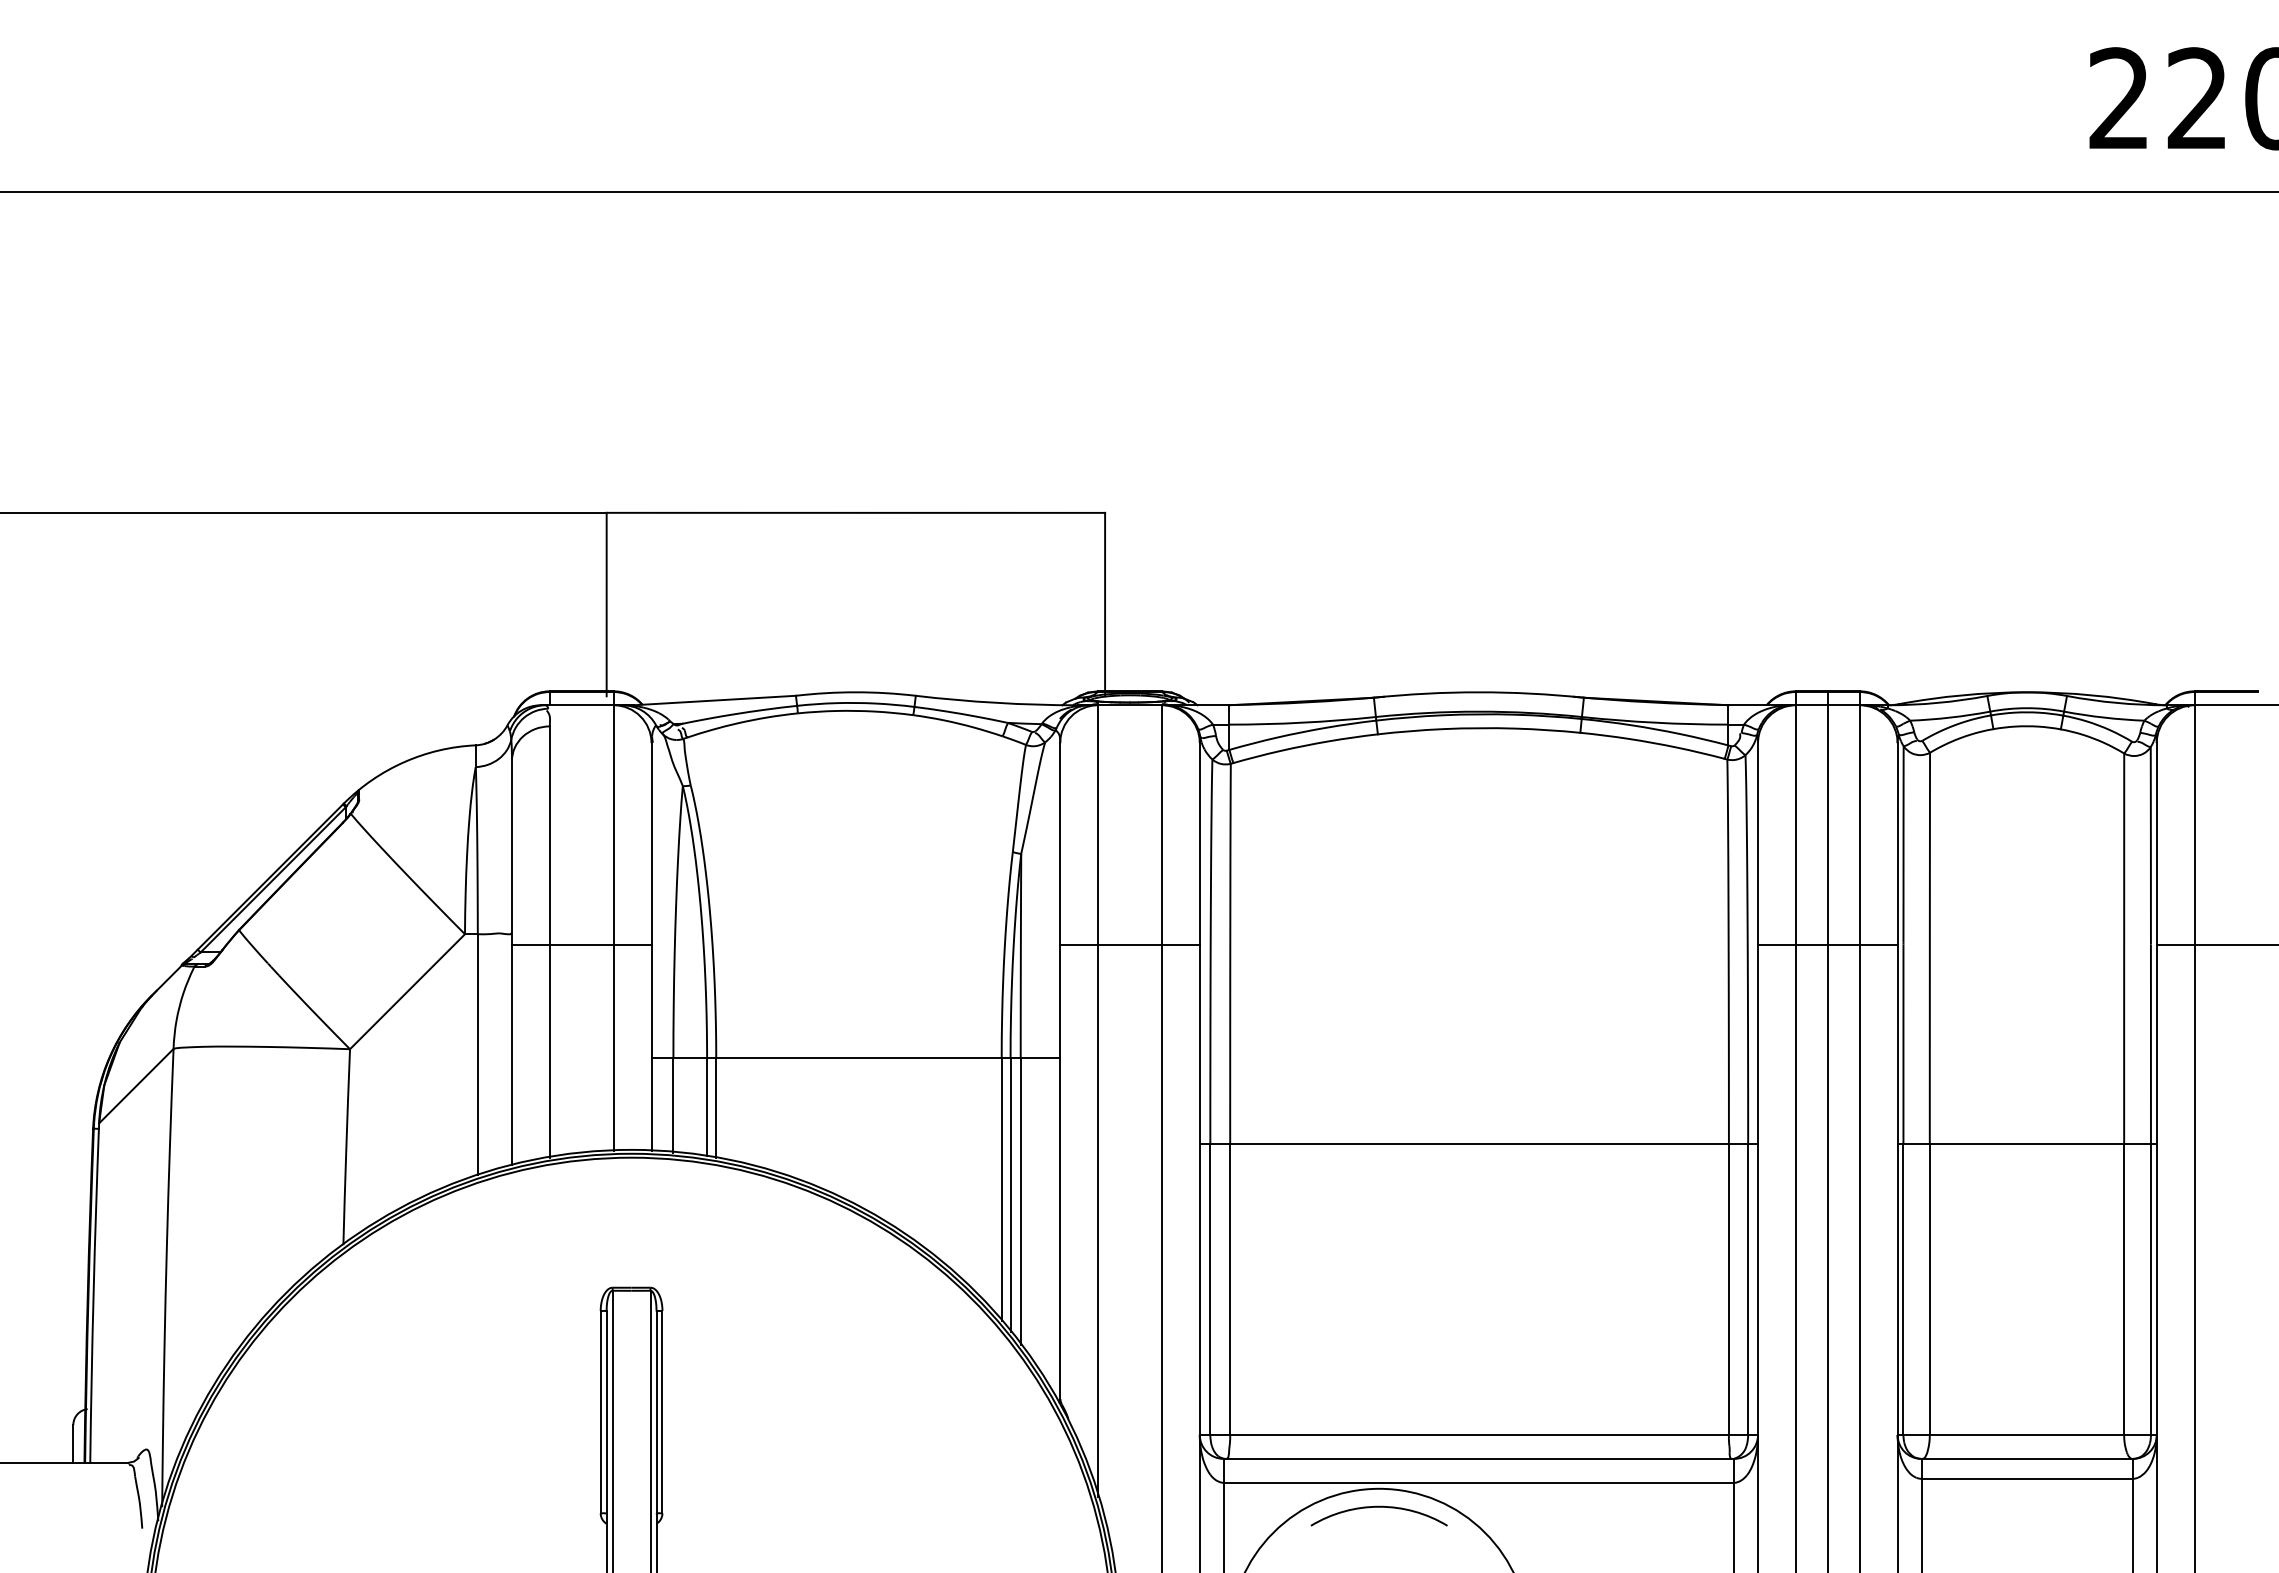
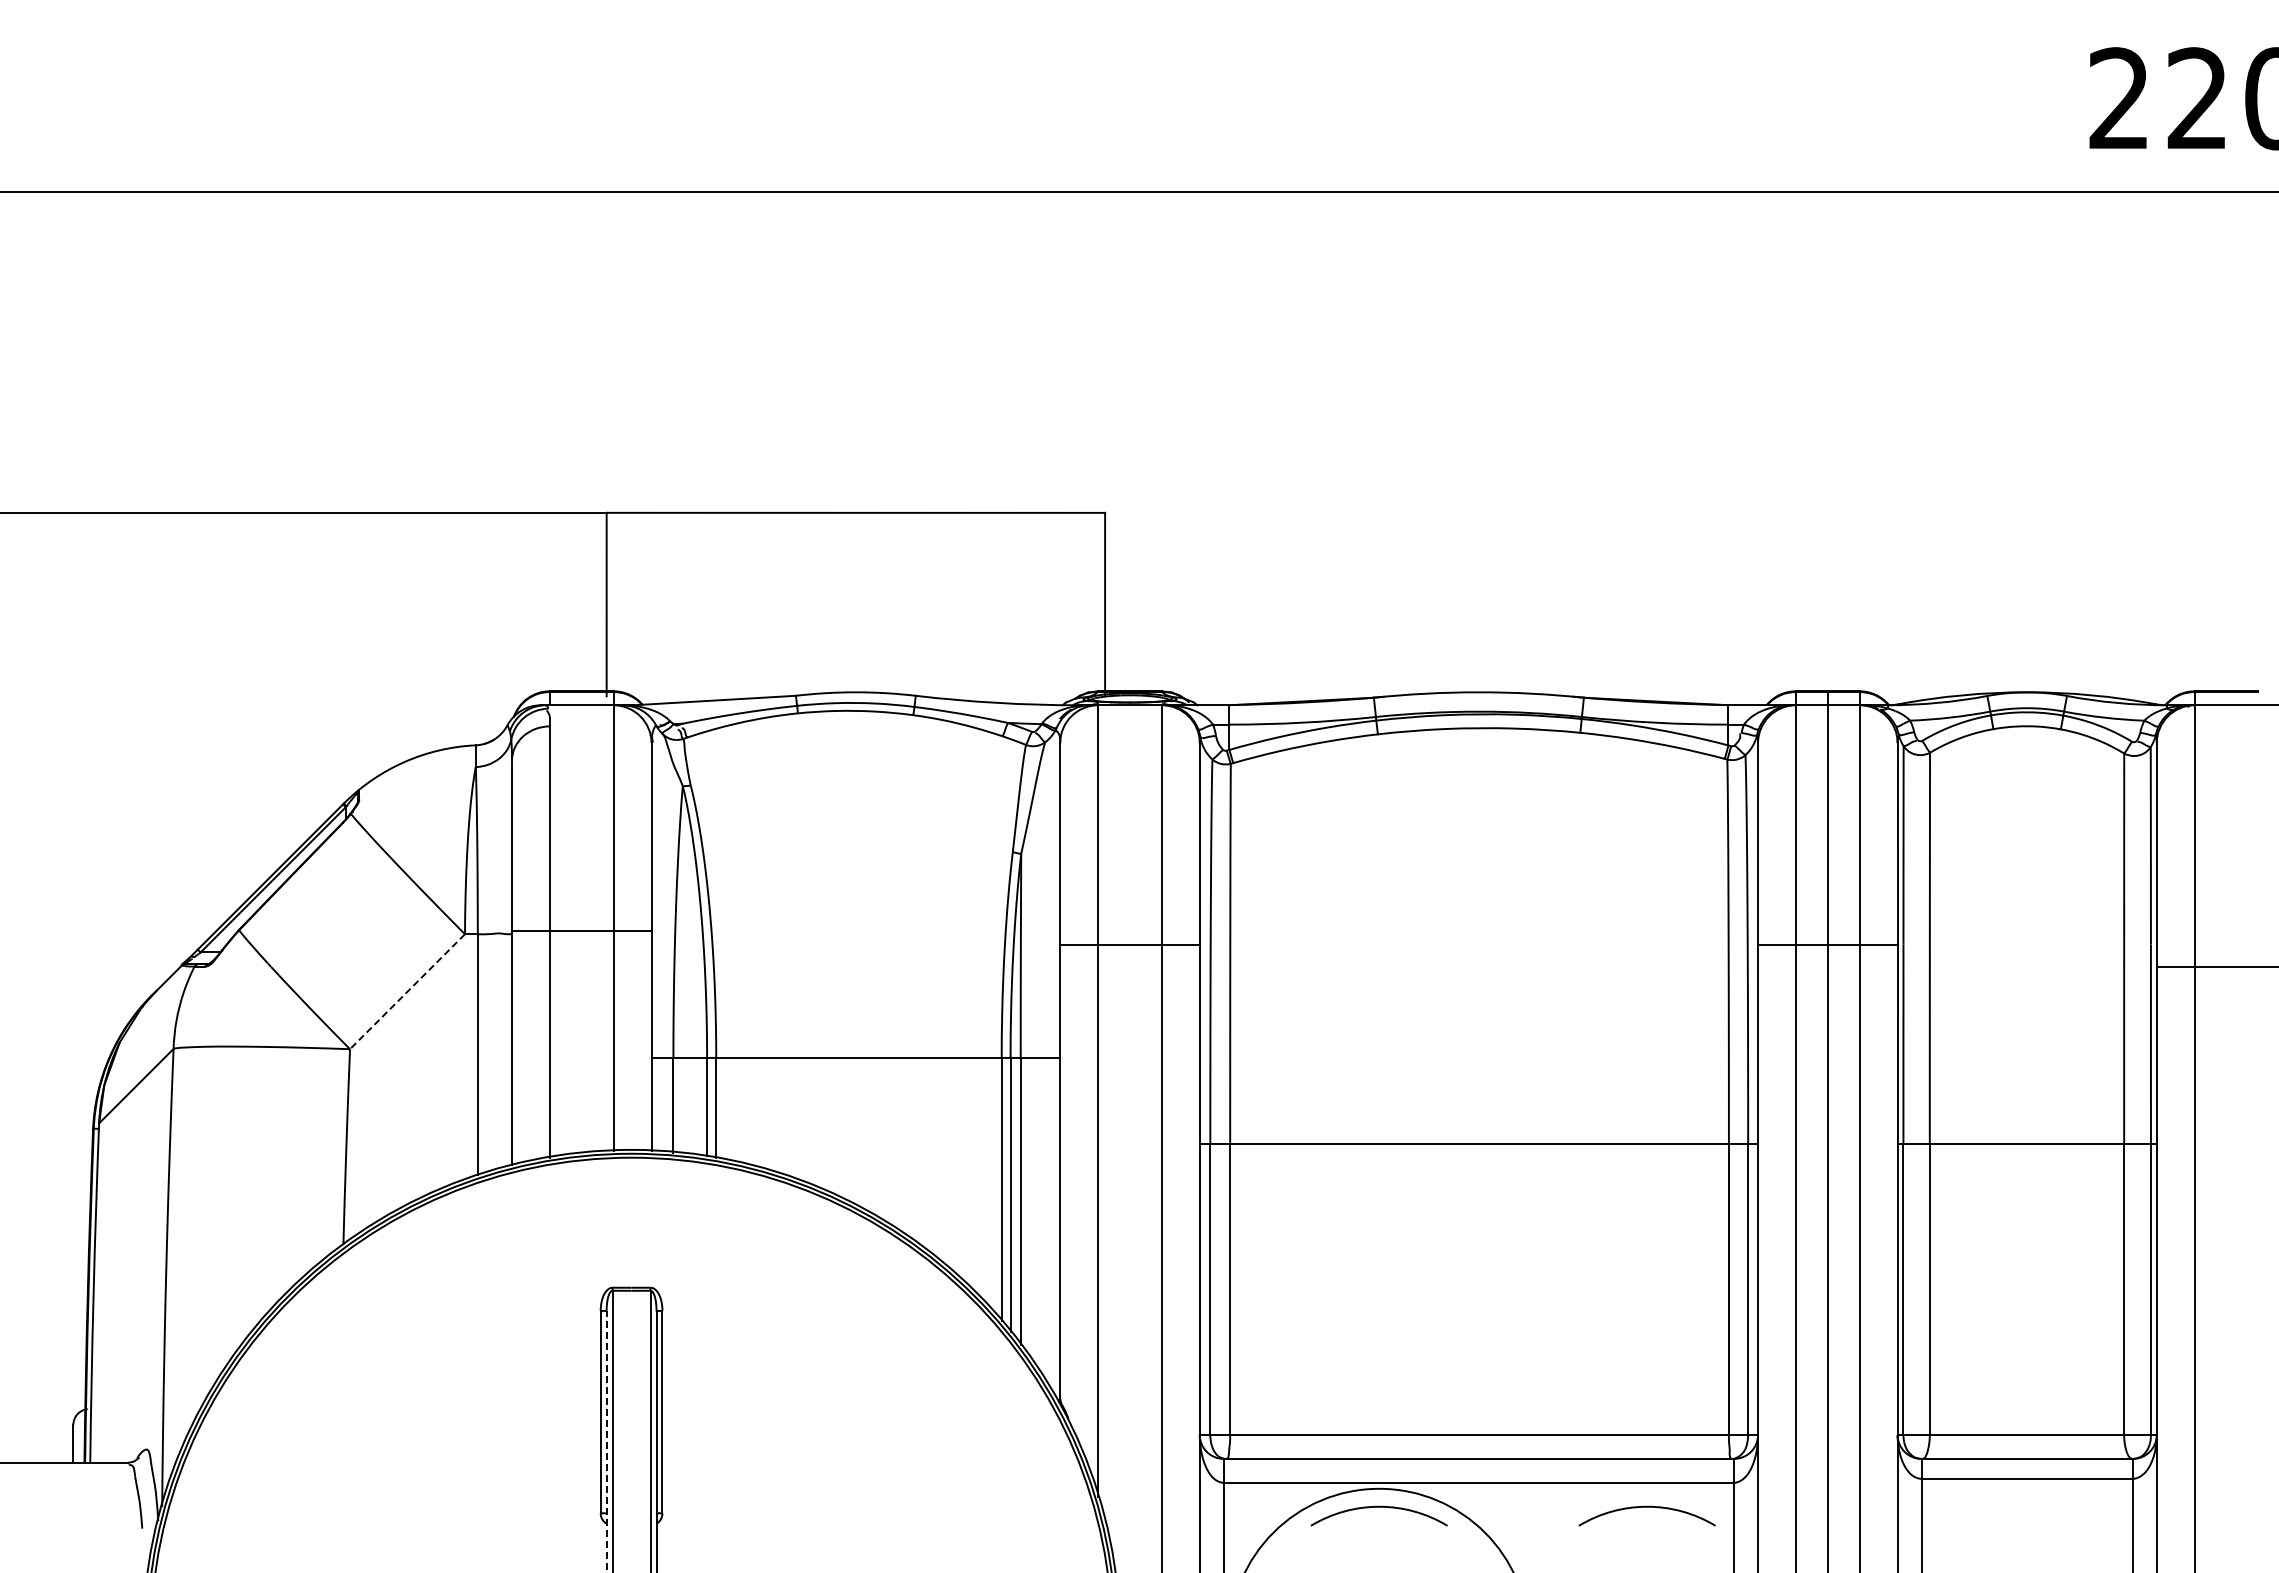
line at (581, 944) position: (581, 944) -> (581, 930)
line at (2215, 944) position: (2215, 944) -> (2215, 966)
line at (407, 992): solid -> dashed
line at (606, 1441): solid -> dashed
arc at (1646, 1507): none -> present
